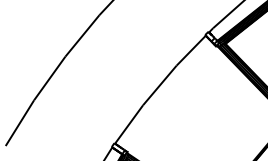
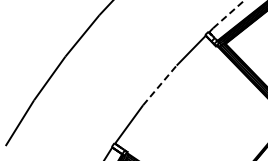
line at (229, 13): solid -> dashed
line at (160, 85): solid -> dashed
